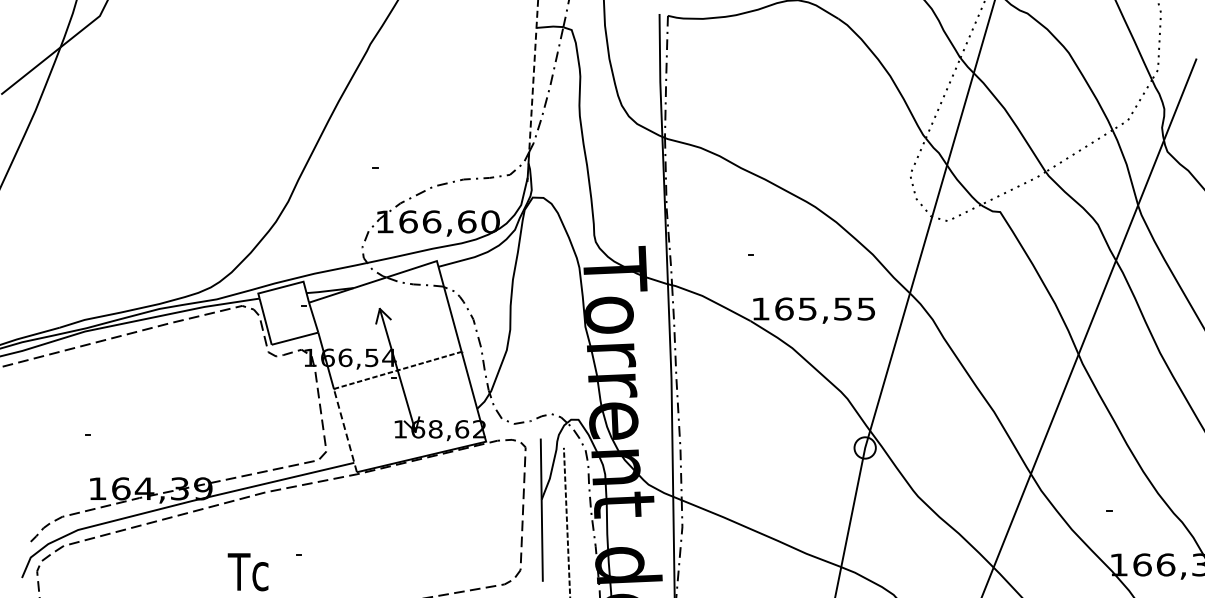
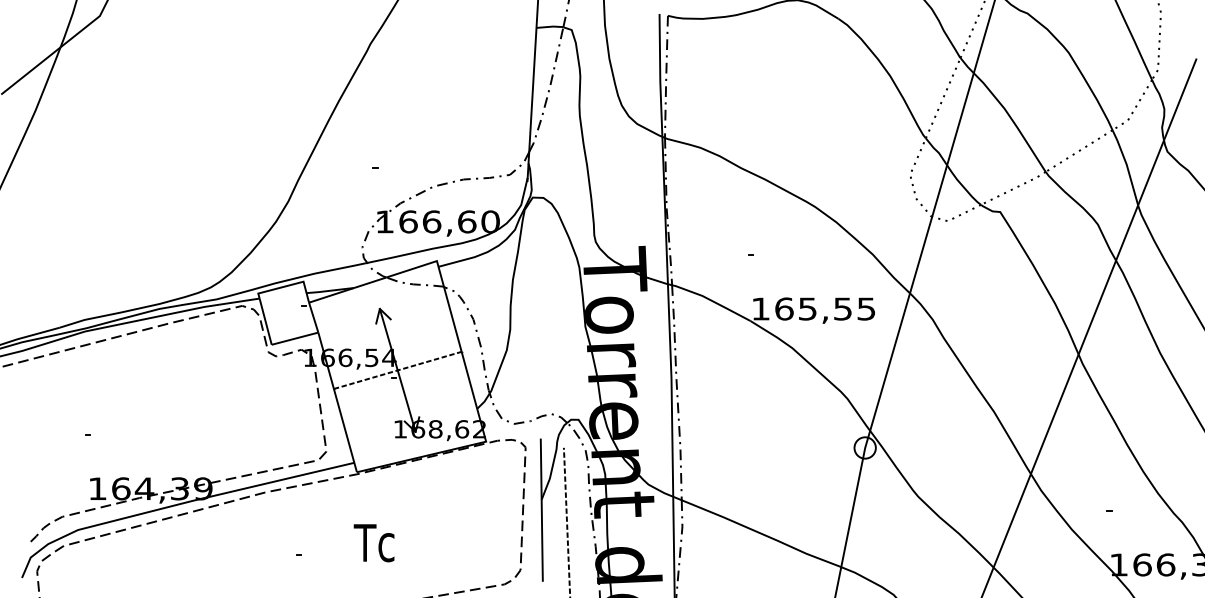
line at (533, 76): dashed -> solid
line at (345, 430): dashed -> solid
text at (247, 572) position: (247, 572) -> (373, 543)
